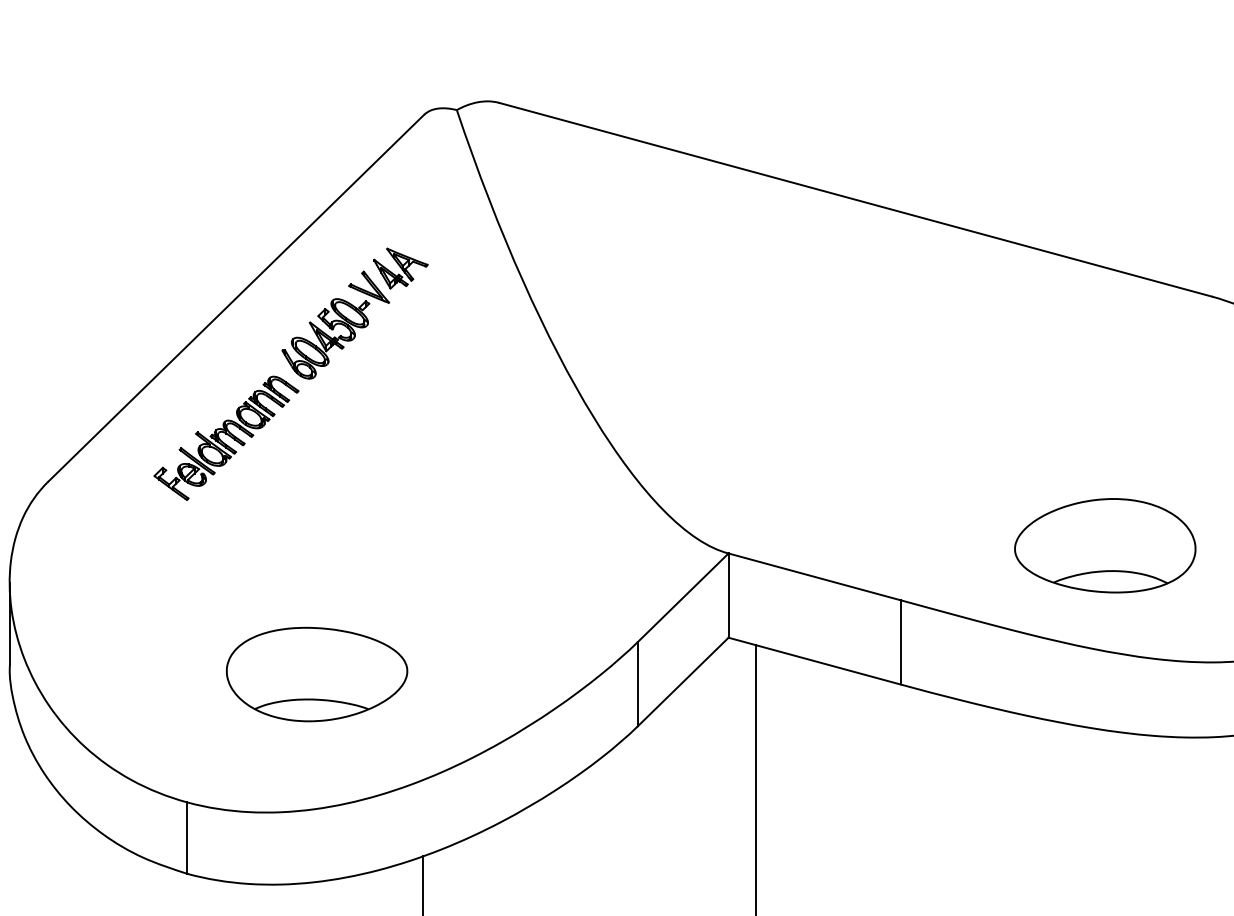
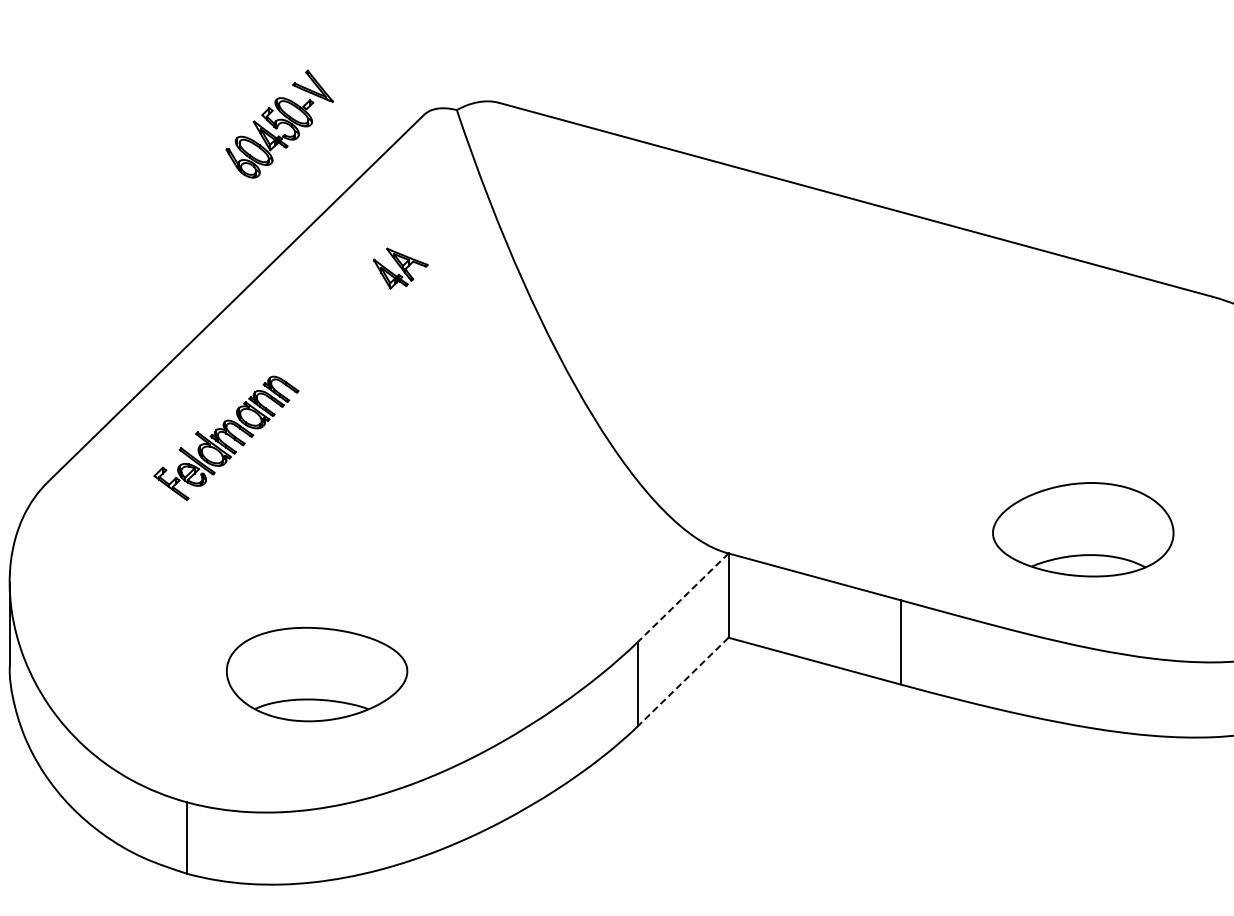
part at (335, 324) position: (335, 324) -> (279, 123)
part at (1105, 545) position: (1105, 545) -> (1083, 529)
line at (682, 598): solid -> dashed
line at (682, 682): solid -> dashed
line at (756, 778): present -> none
line at (422, 883): present -> none
